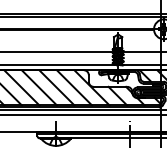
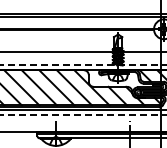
line at (83, 65): solid -> dashed
line at (83, 114): solid -> dashed
